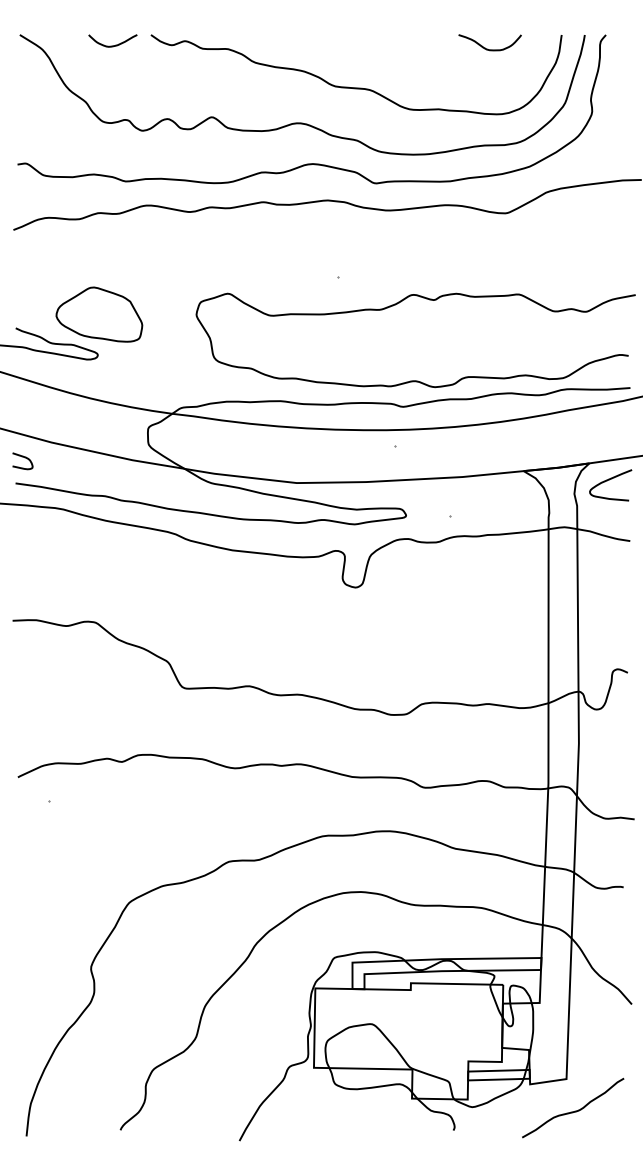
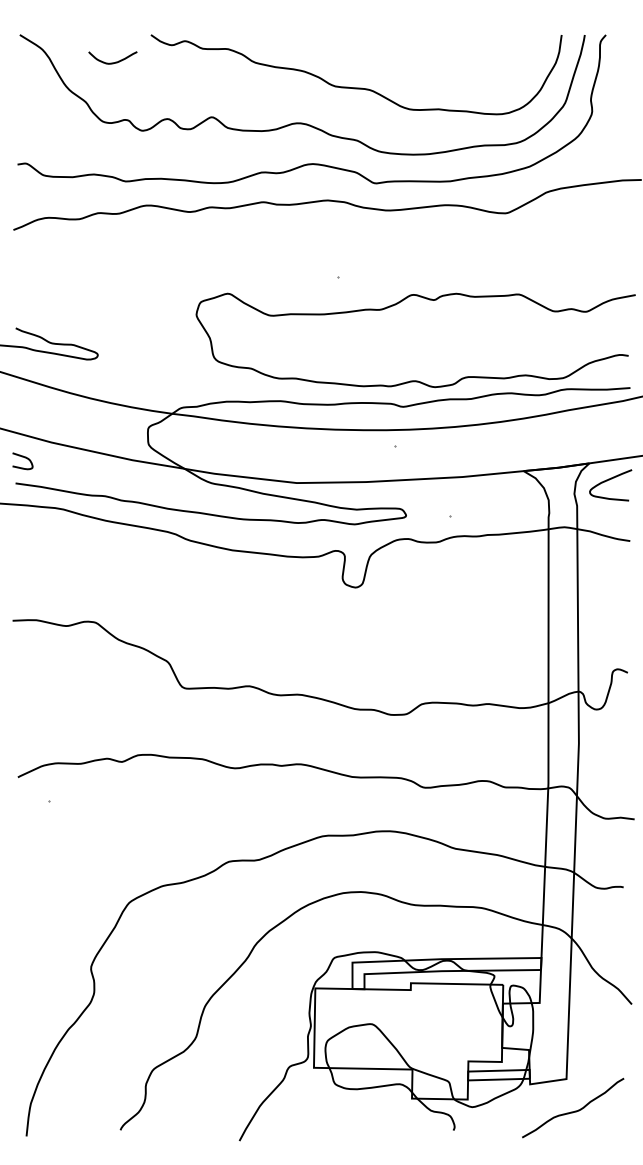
curve at (115, 44) position: (115, 44) -> (115, 61)
curve at (487, 48): present -> none
part at (99, 314): present -> none
